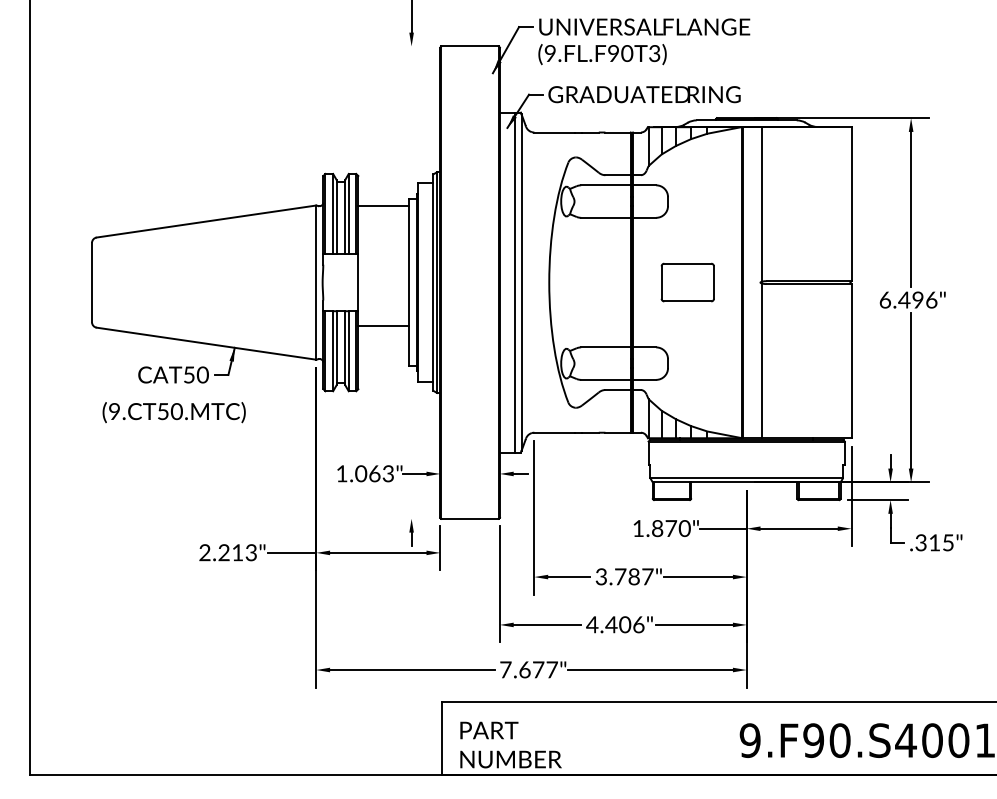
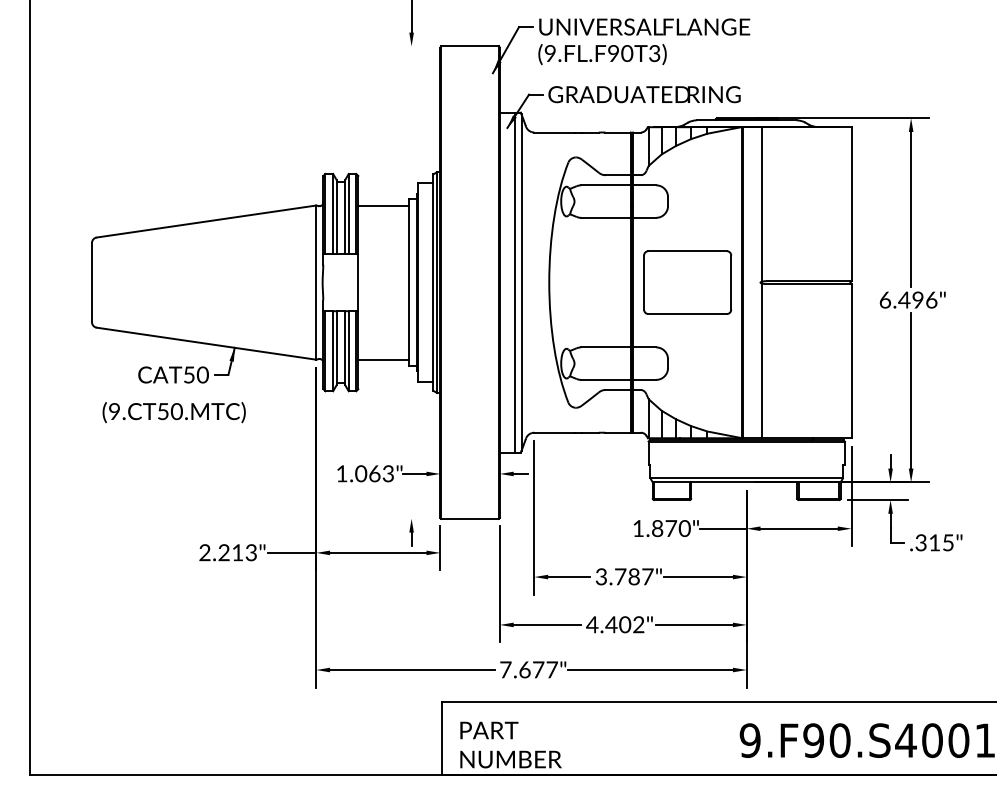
part at (687, 282) size: 55x41 px -> 90x65 px
line at (383, 325) position: (383, 325) -> (383, 359)
text at (638, 624): 4.406" -> 4.402"
